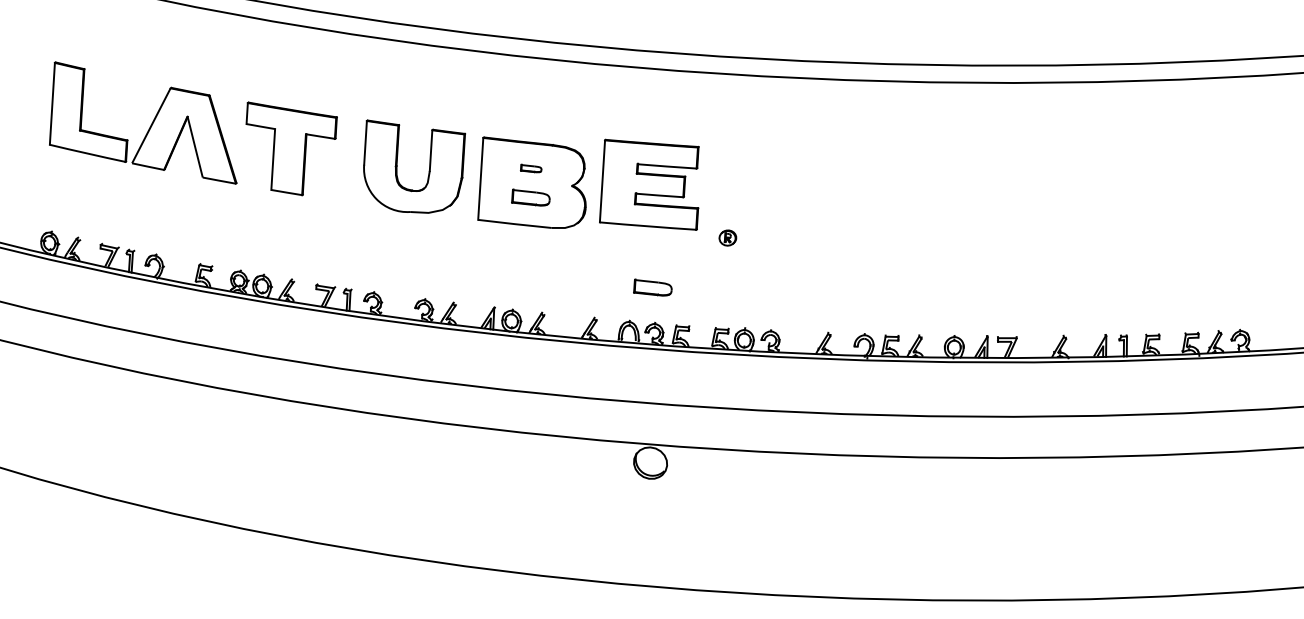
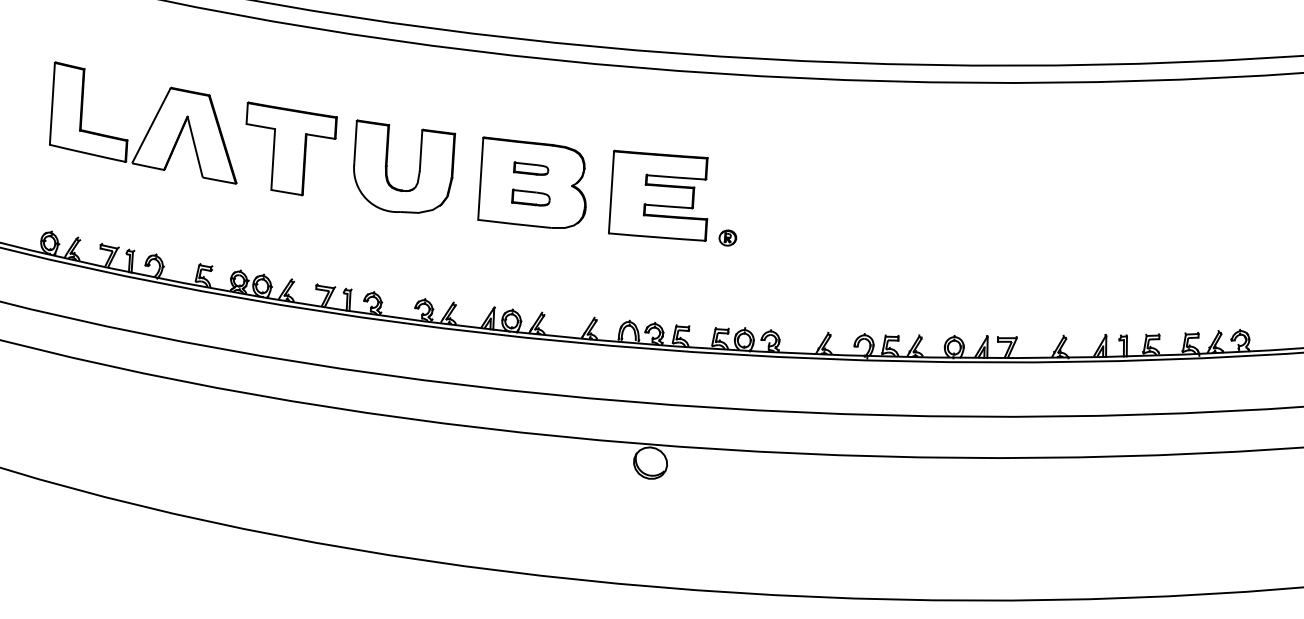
part at (531, 168) size: 23x11 px -> 37x15 px
part at (428, 170) position: (428, 170) -> (418, 170)
part at (649, 184) position: (649, 184) -> (658, 195)
part at (652, 287): present -> none
